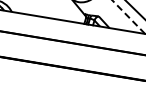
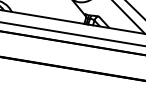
line at (128, 17): dashed -> solid
line at (72, 33): none -> present
